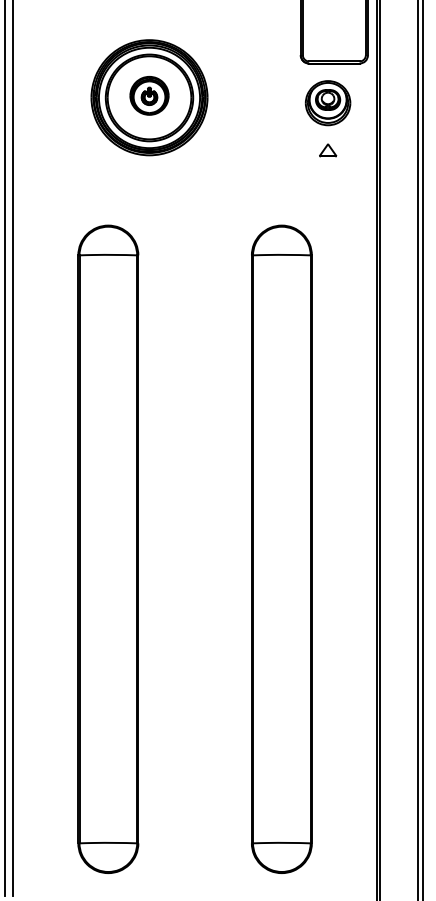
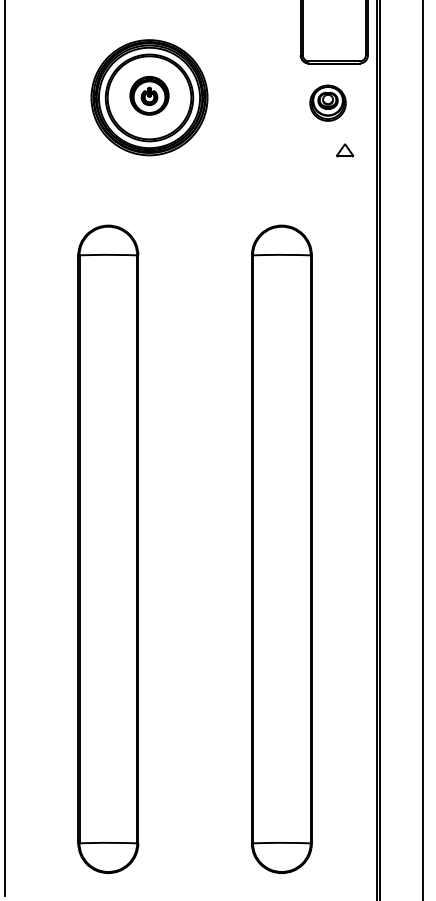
part at (327, 103) size: 48x47 px -> 38x38 px
part at (328, 150) position: (328, 150) -> (345, 150)
line at (12, 448): present -> none
line at (418, 449): present -> none
